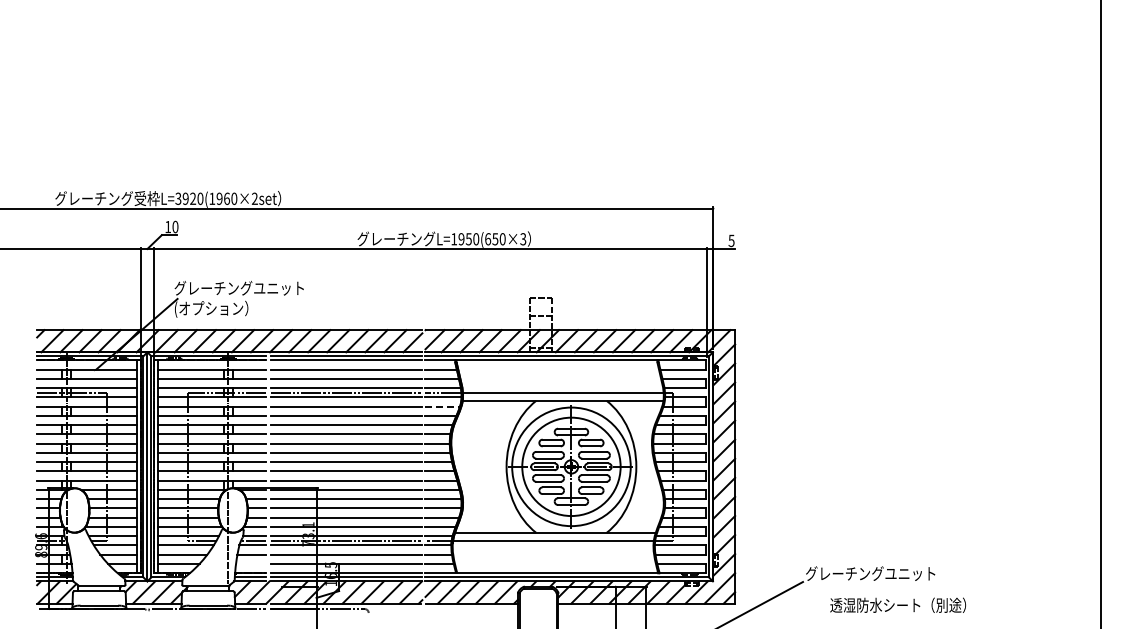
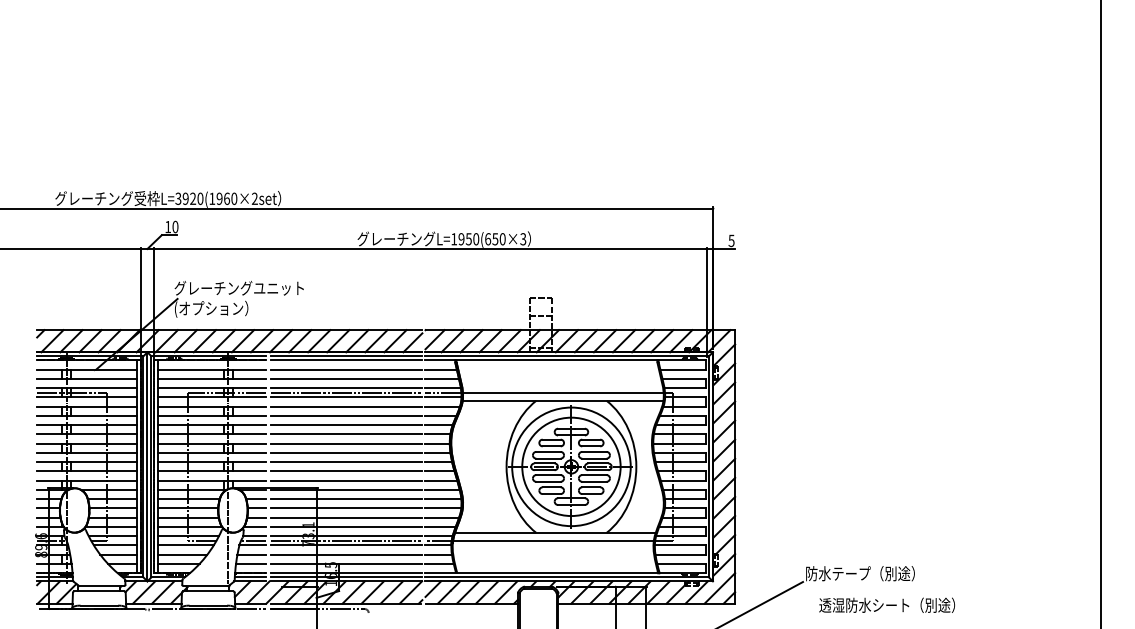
line at (442, 406): dashed -> solid
line at (250, 563): none -> present
text at (870, 573): グレーチングユニット -> 防水テープ（別途）
text at (897, 604) position: (897, 604) -> (886, 604)
